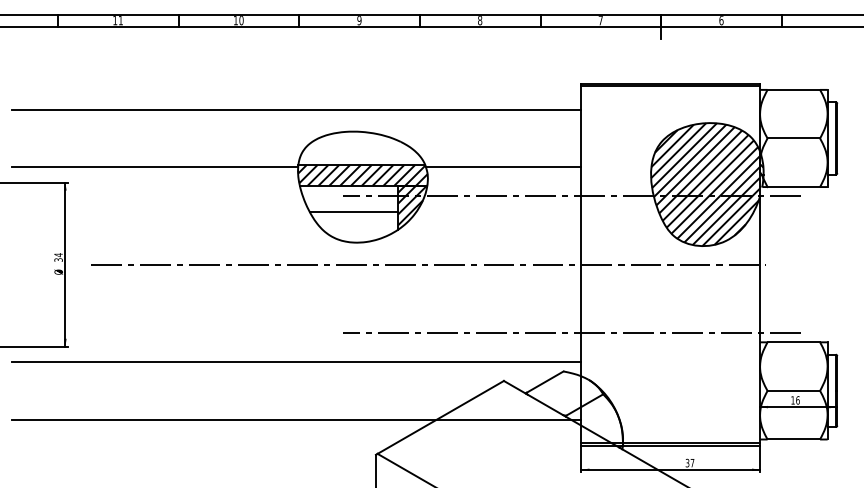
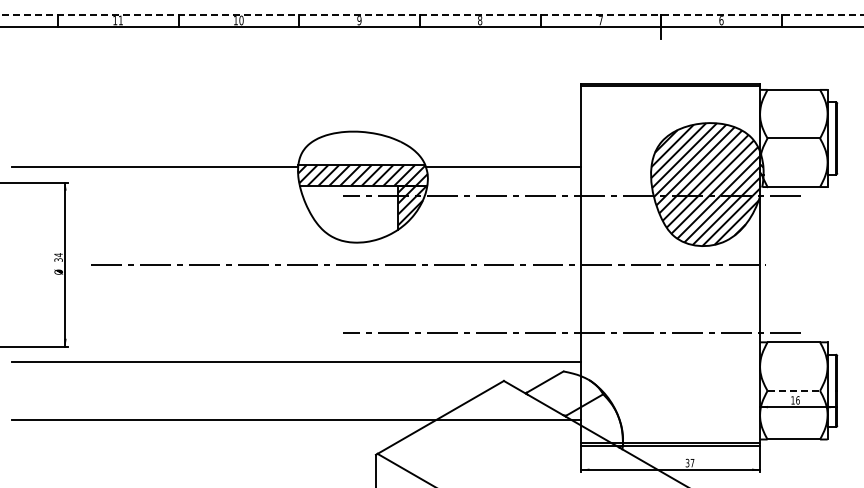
line at (432, 14): solid -> dashed
line at (296, 109): present -> none
line at (353, 211): present -> none
line at (794, 390): solid -> dashed
